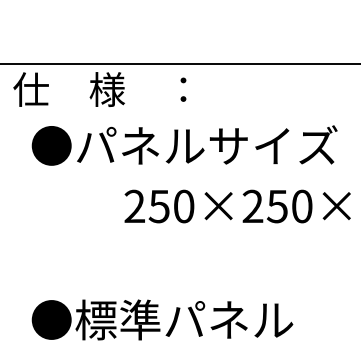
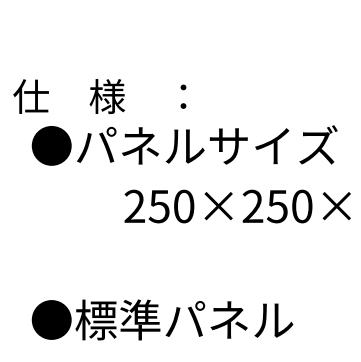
line at (179, 64): present -> none
text at (99, 89) position: (99, 89) -> (99, 96)
